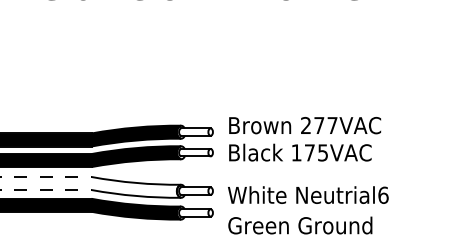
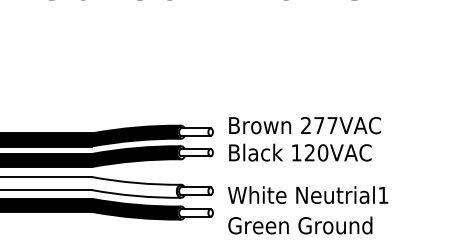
text at (316, 152): 175VAC -> 120VAC
line at (46, 176): dashed -> solid
line at (46, 190): dashed -> solid
text at (383, 194): Neutrial6 -> Neutrial1
